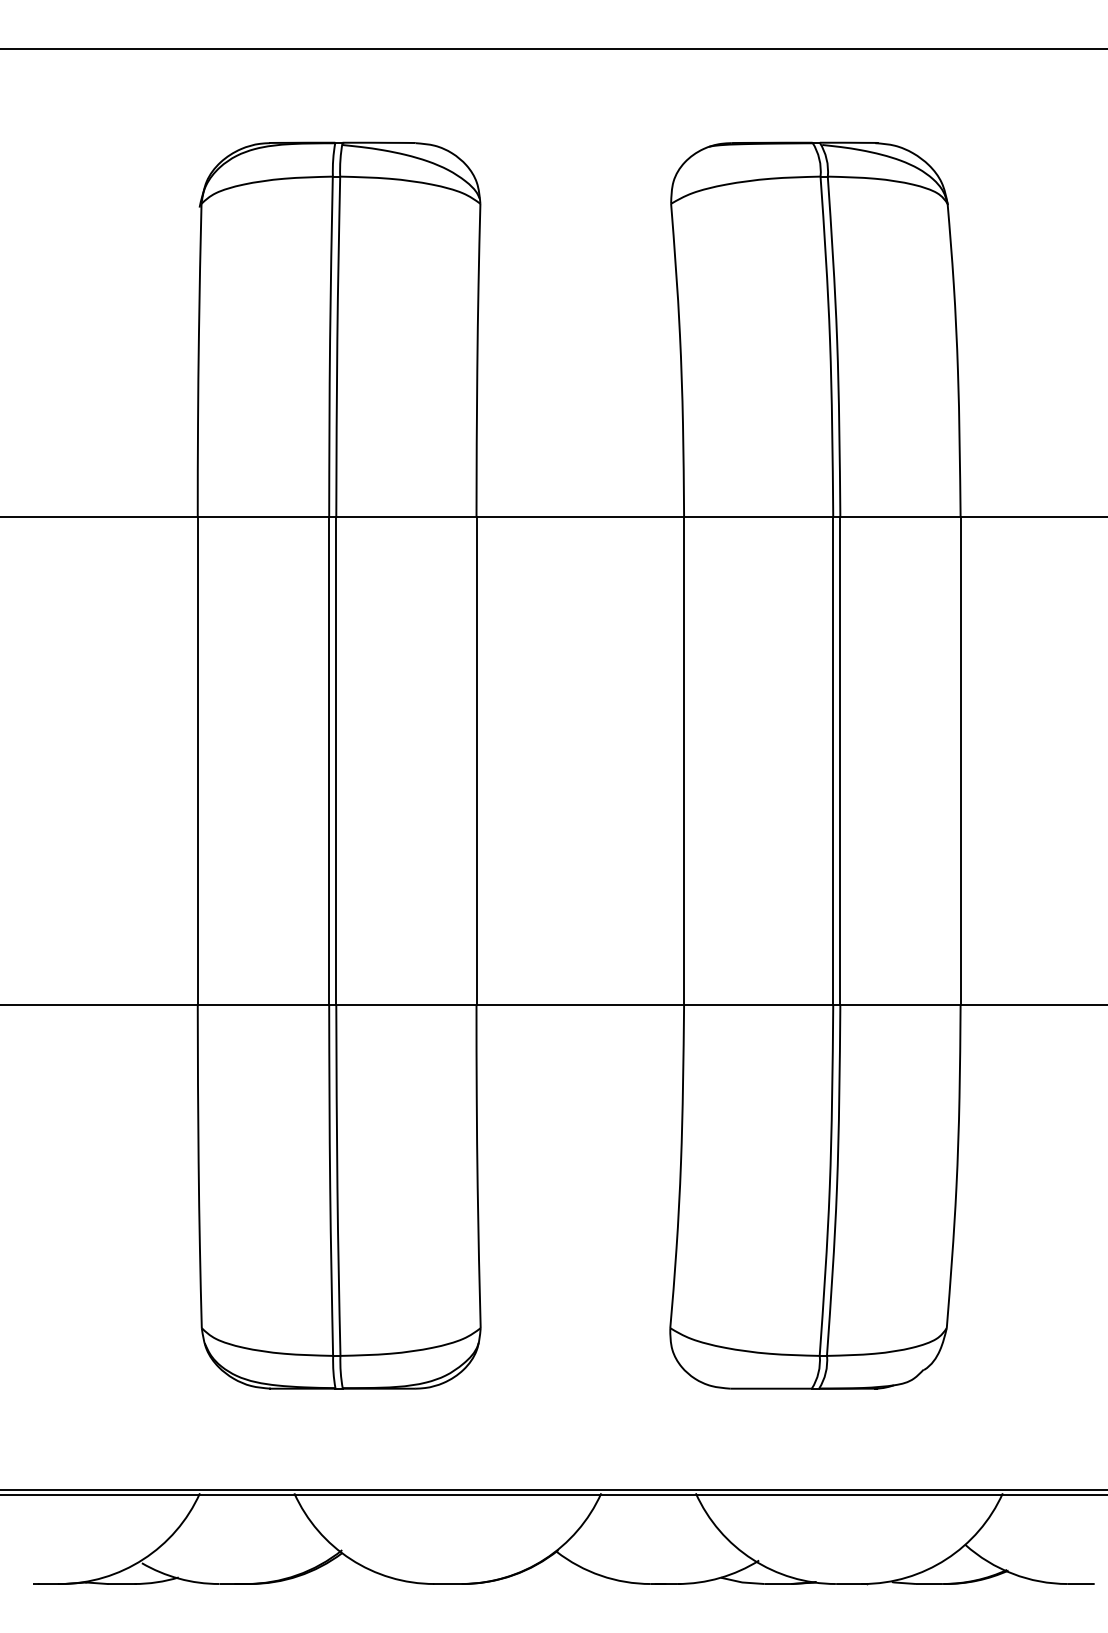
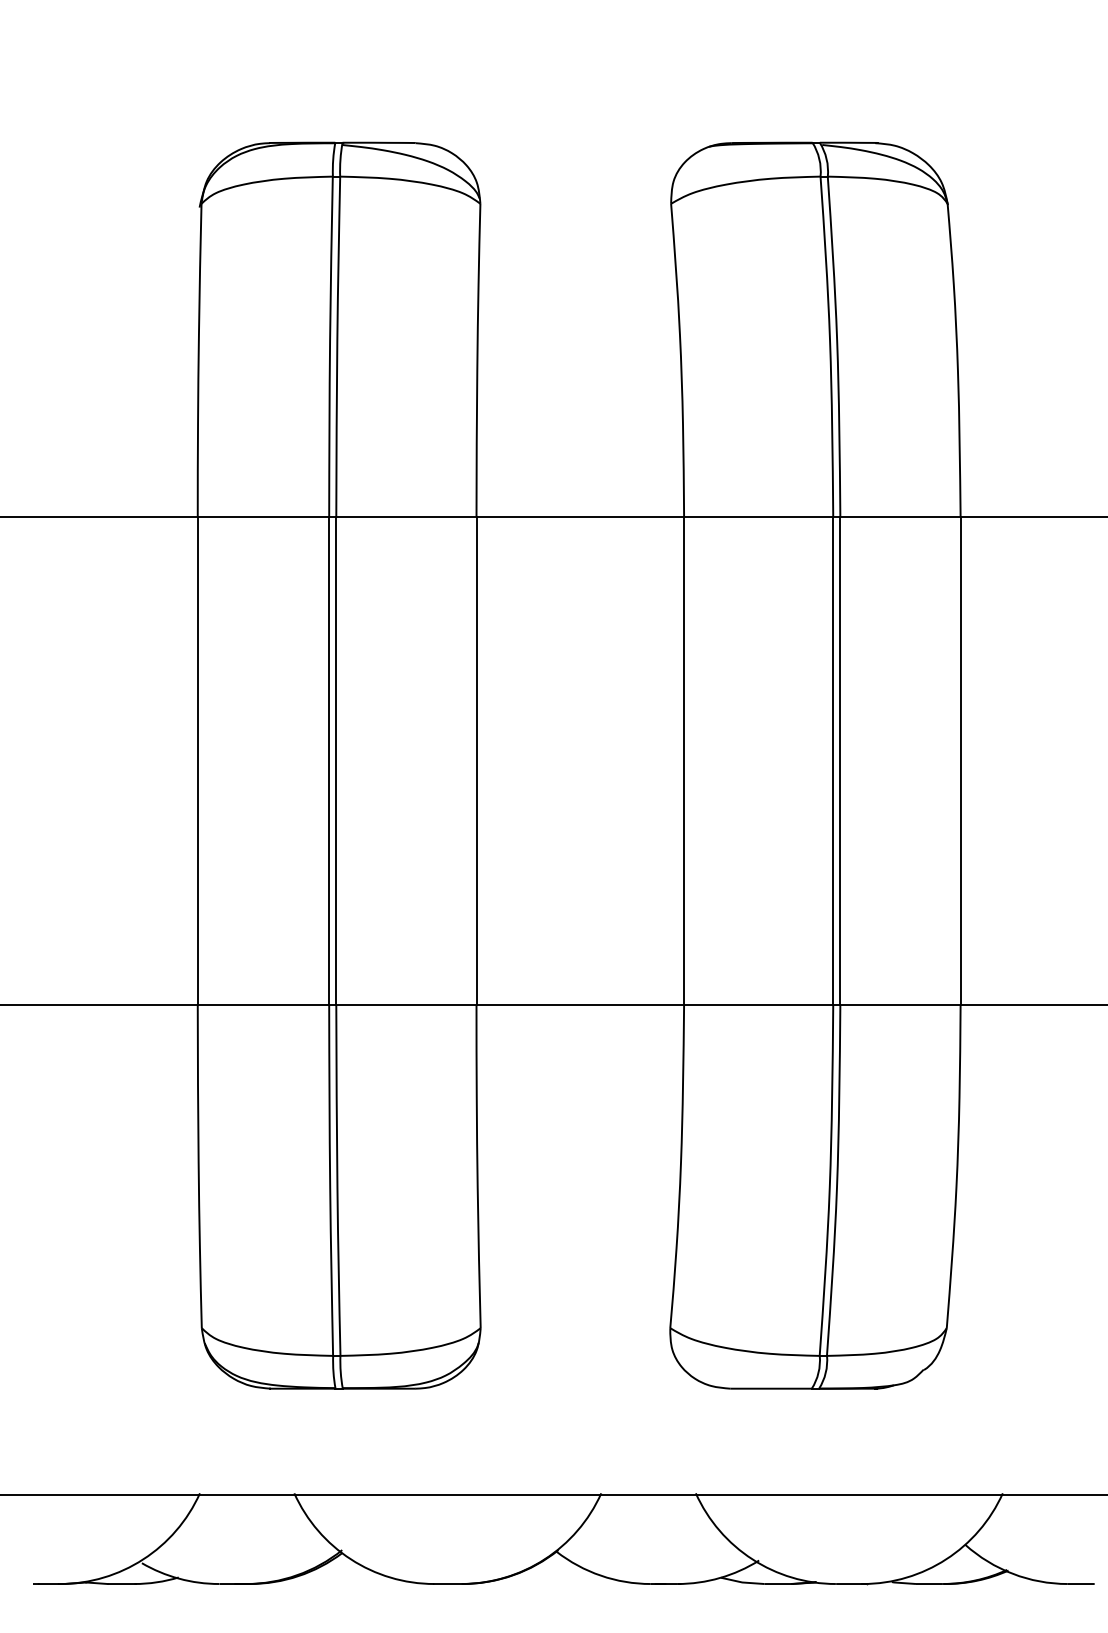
line at (553, 48): present -> none
line at (553, 1490): present -> none
